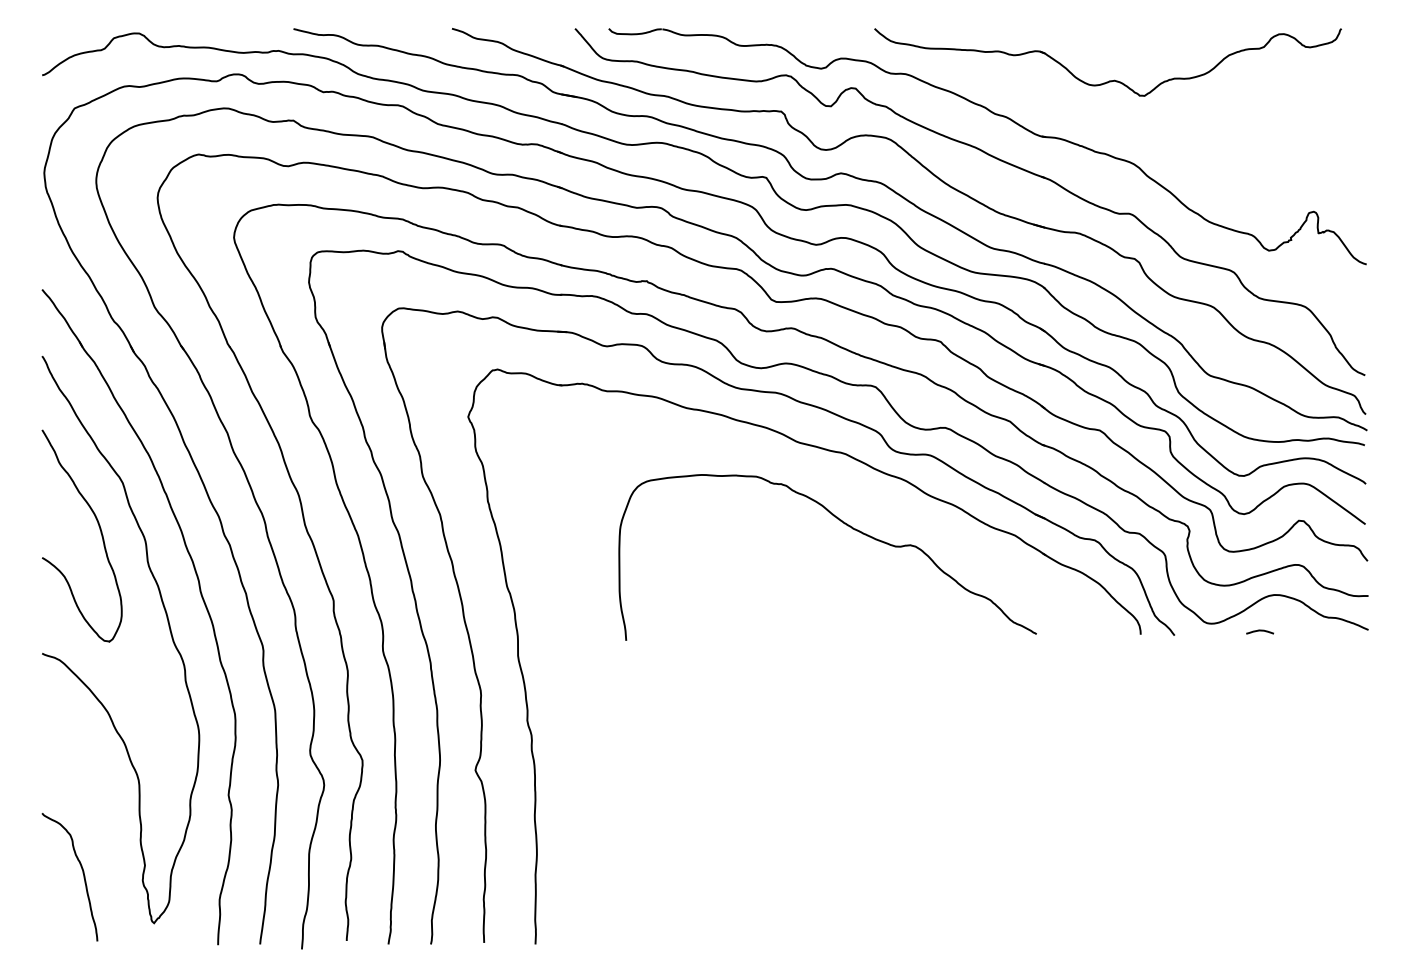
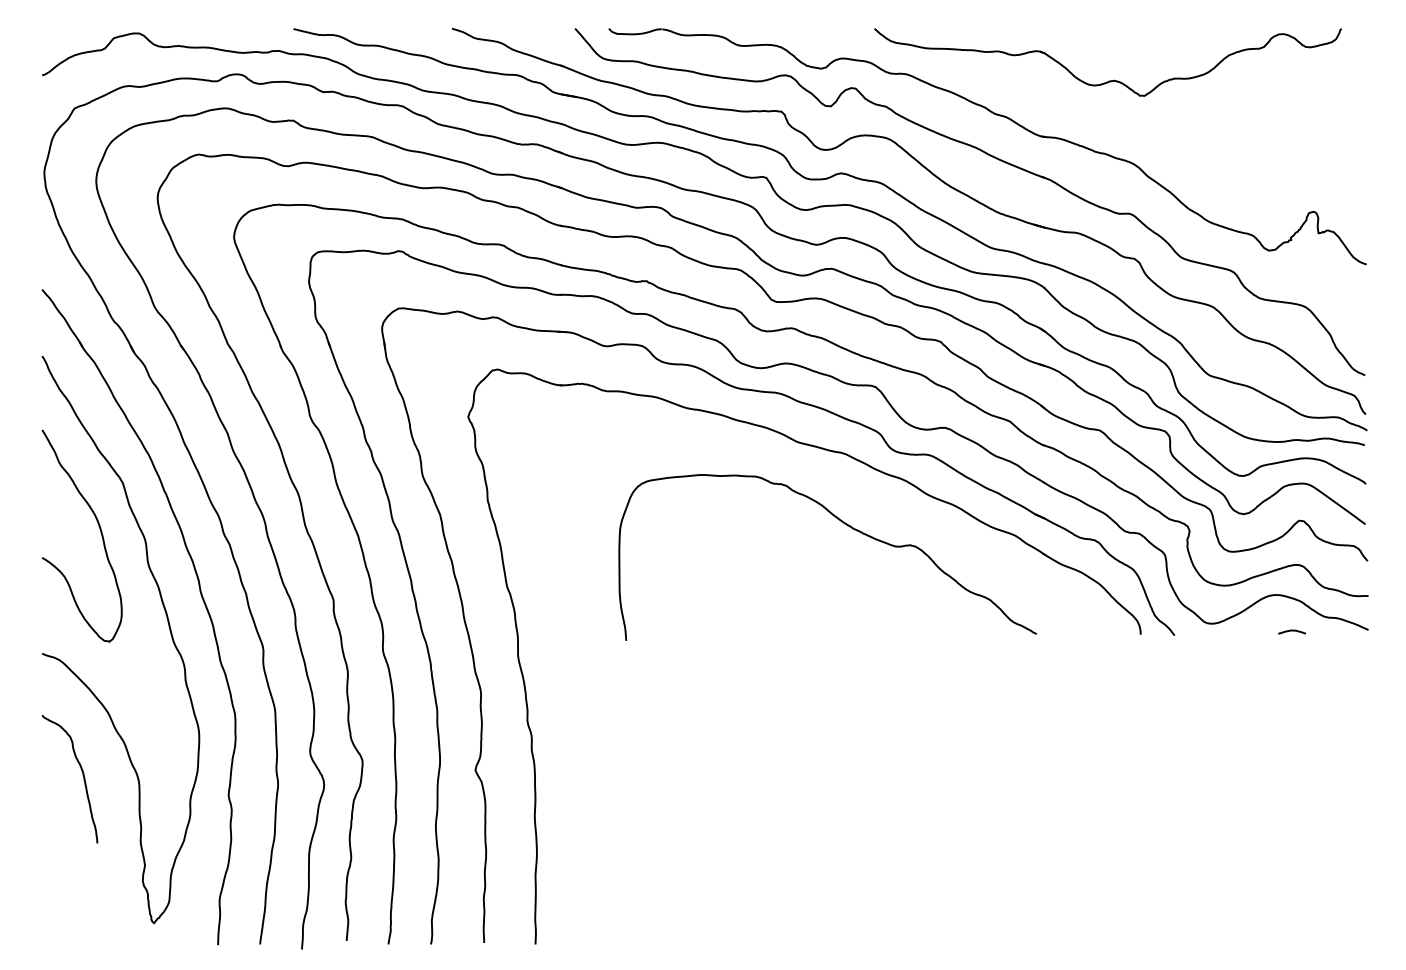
curve at (1260, 631) position: (1260, 631) -> (1292, 631)
curve at (82, 873) position: (82, 873) -> (82, 775)
